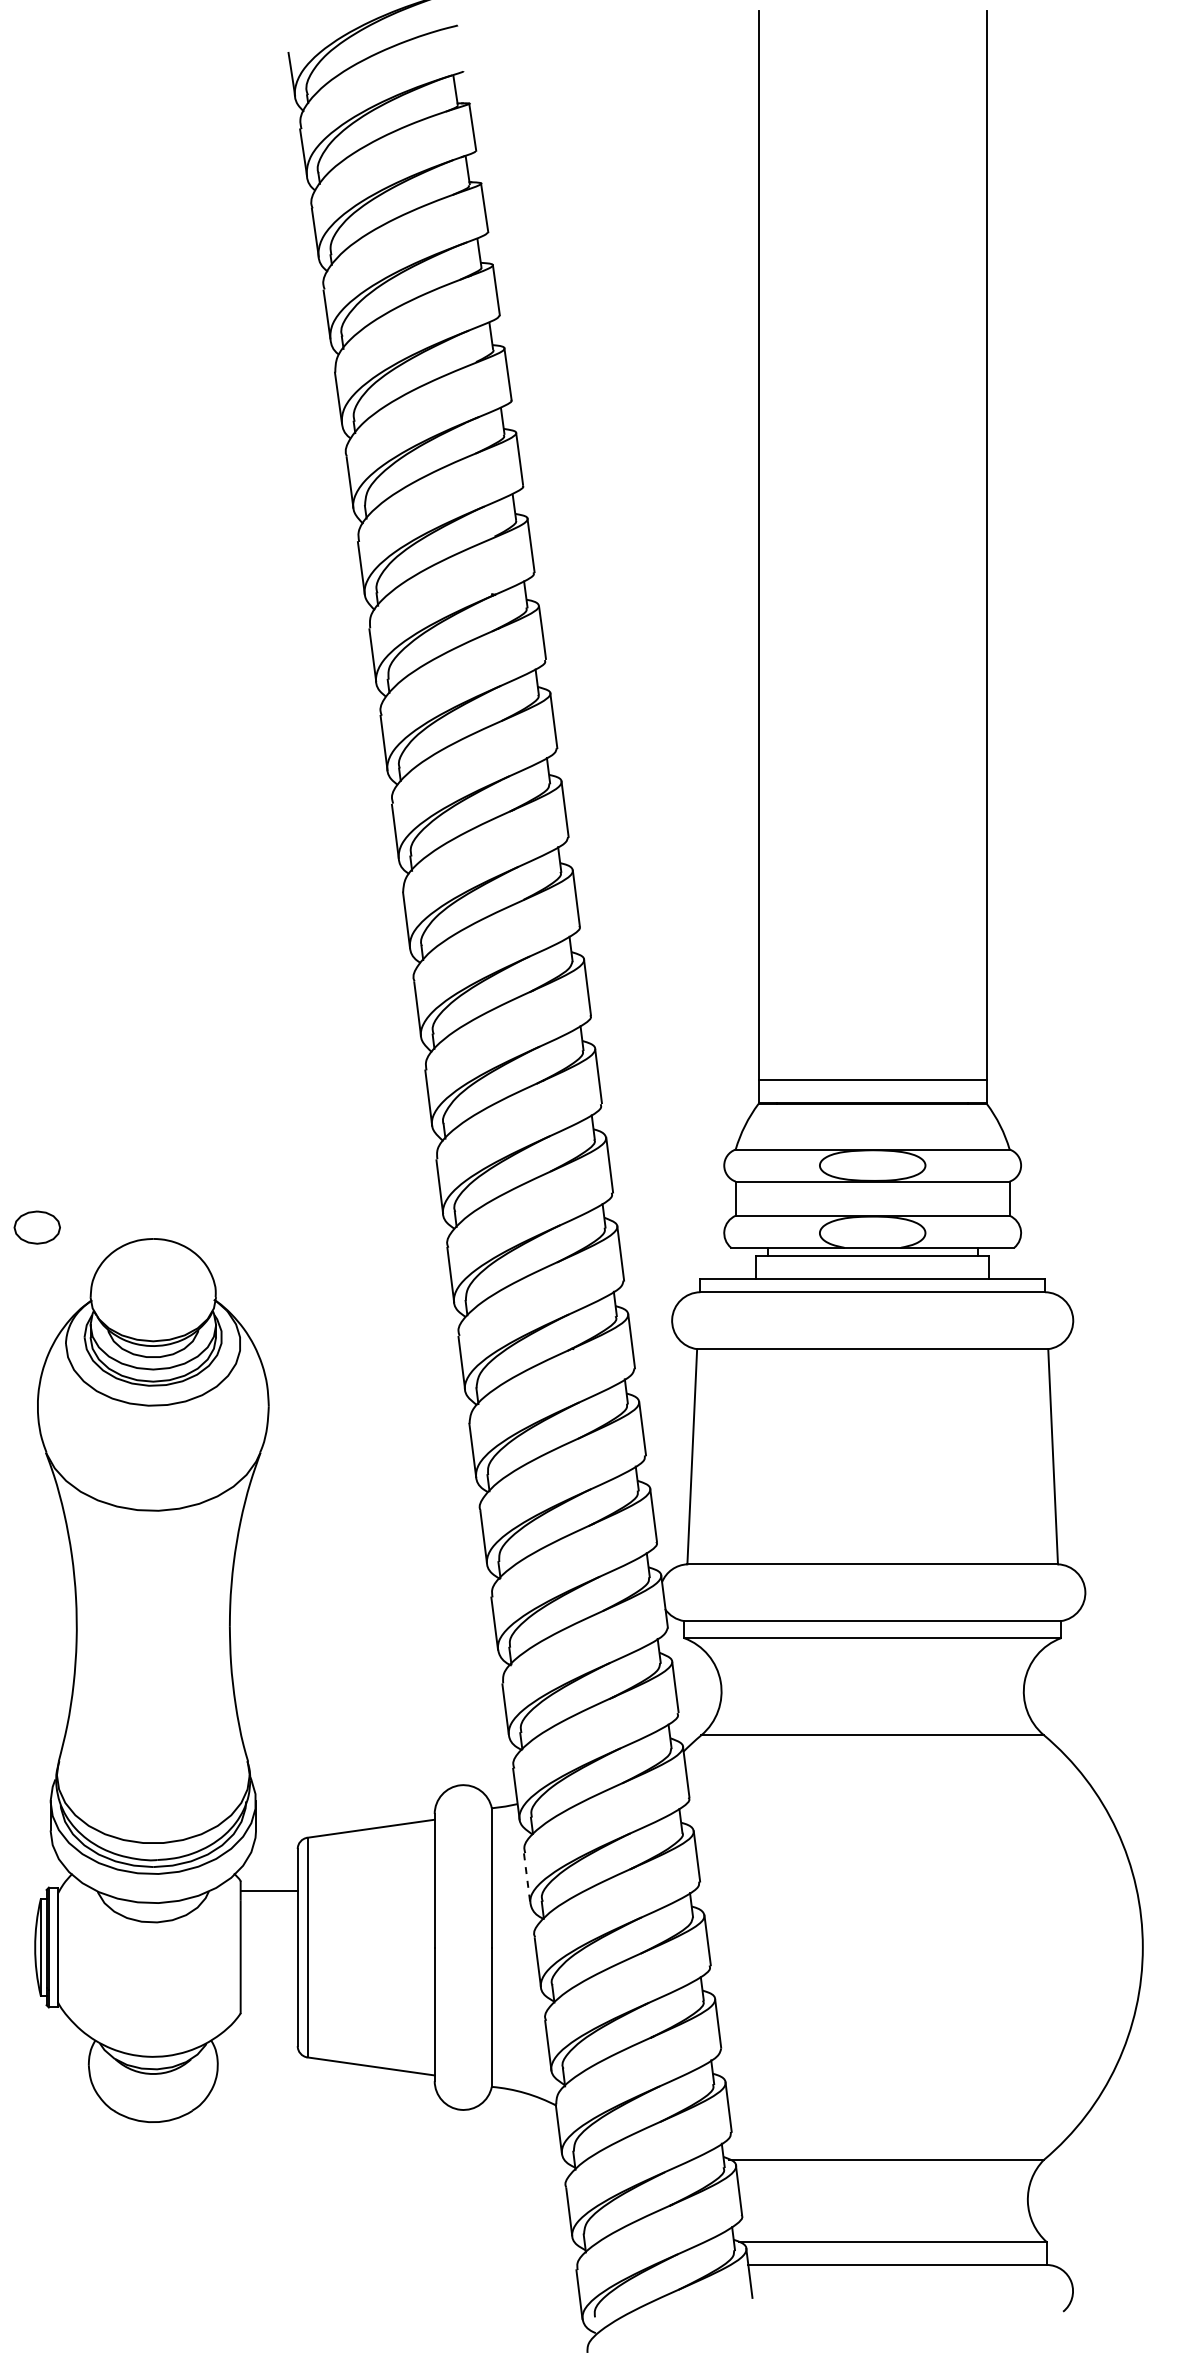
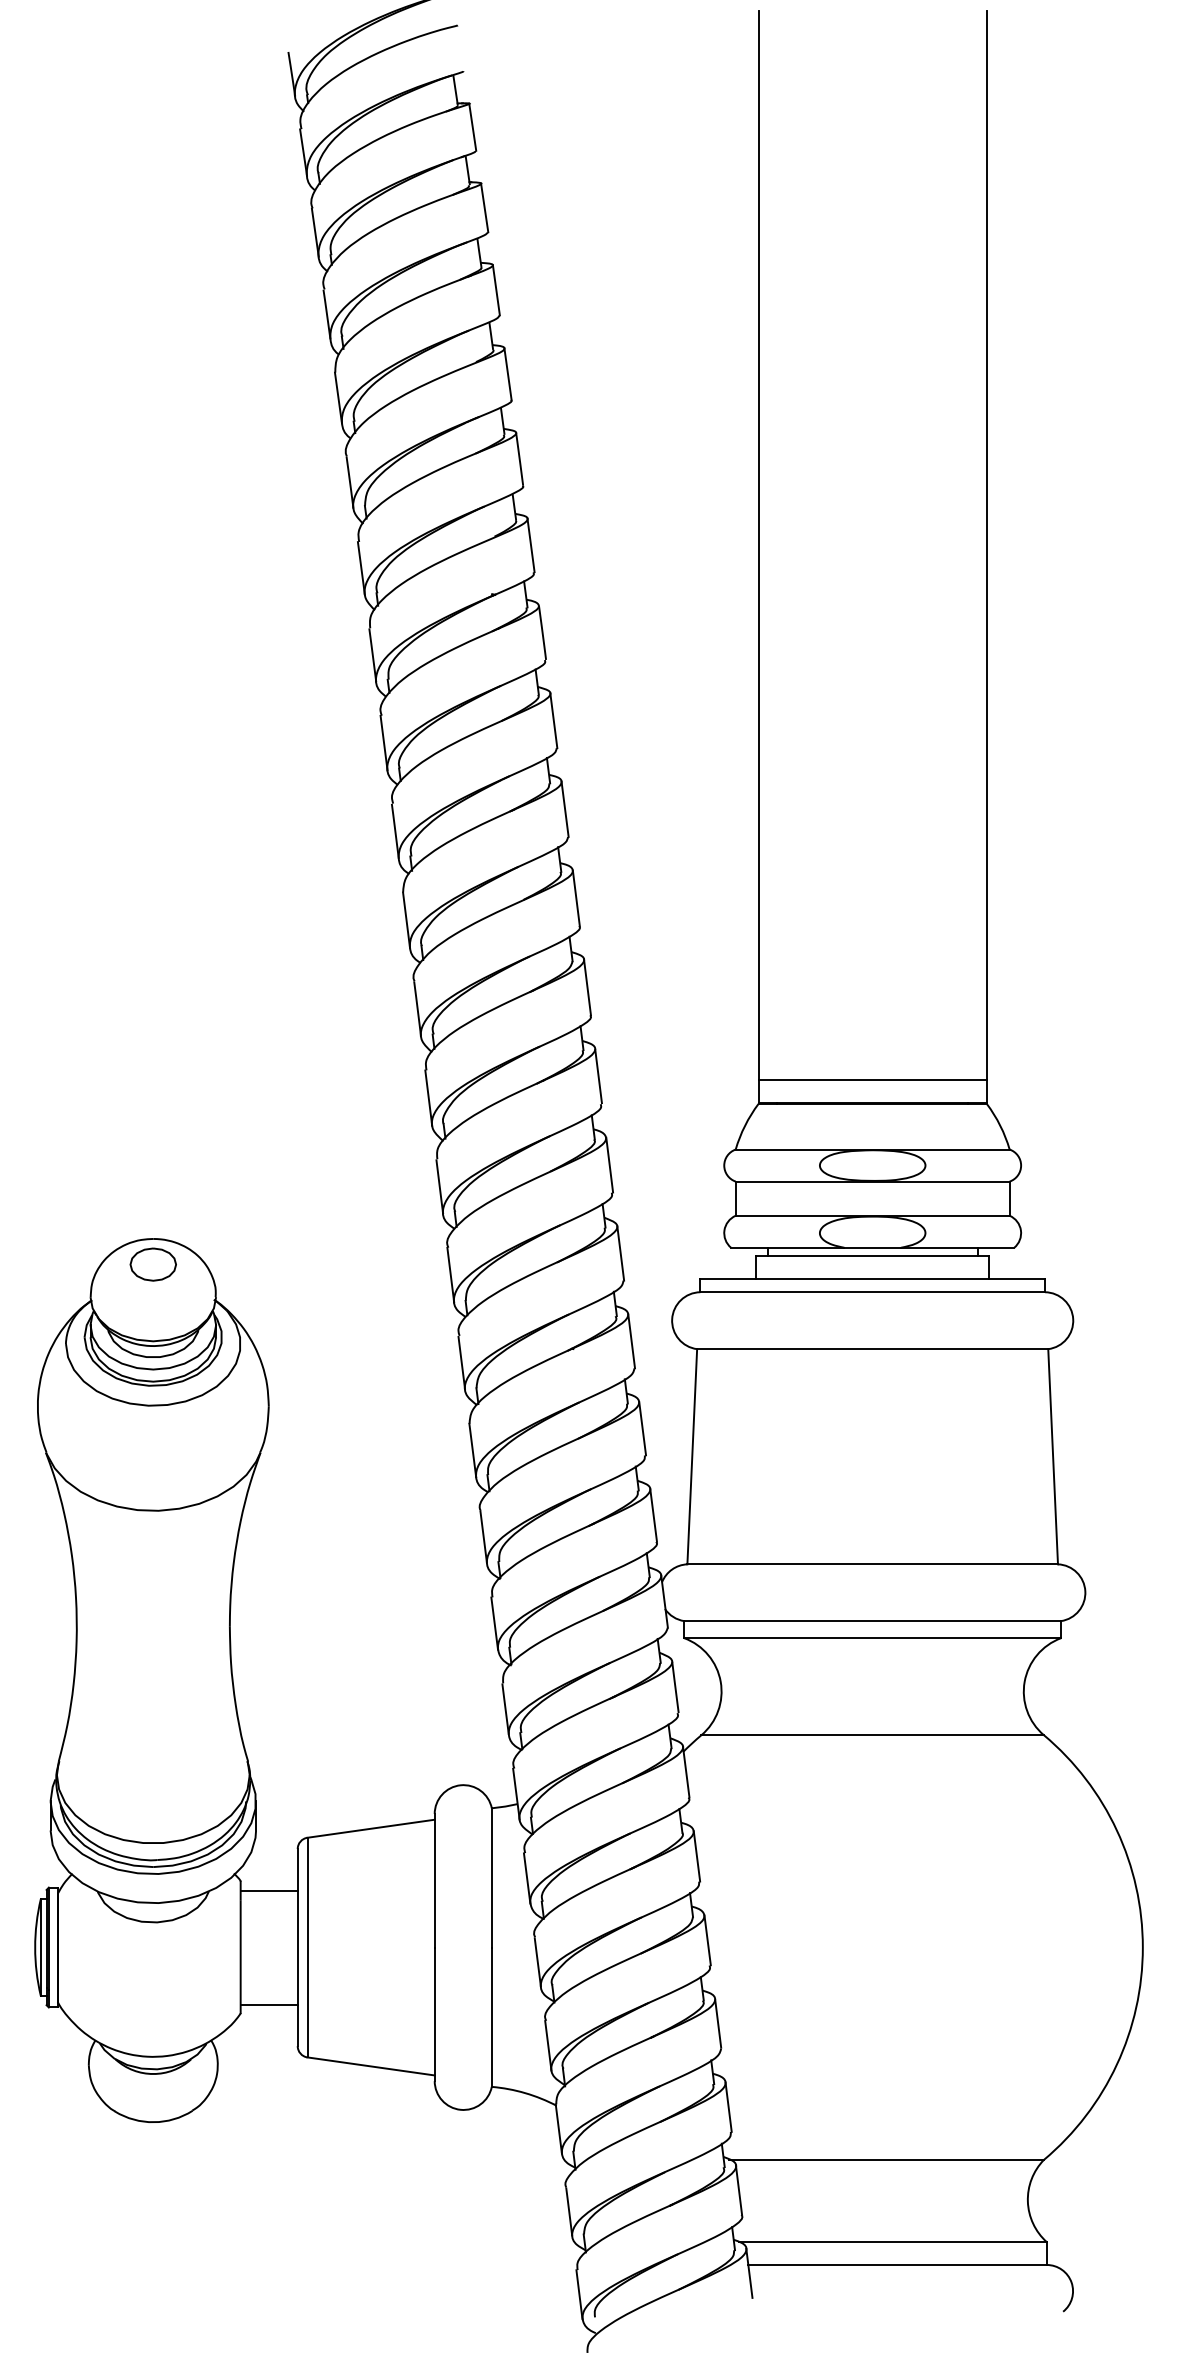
part at (36, 1227) position: (36, 1227) -> (152, 1264)
line at (527, 1878): dashed -> solid
line at (268, 2004): none -> present
